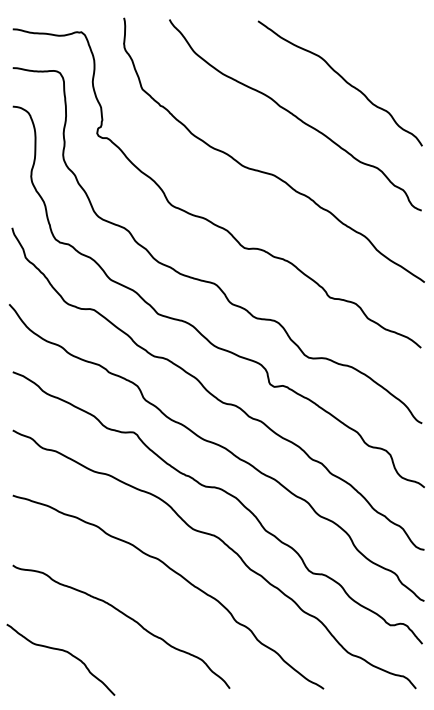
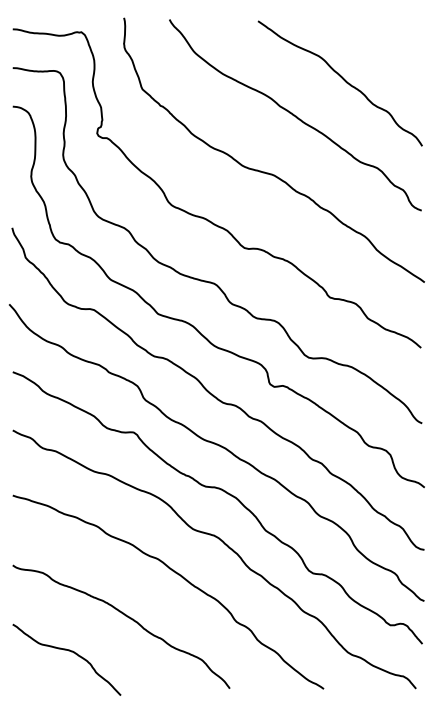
curve at (62, 651) position: (62, 651) -> (68, 651)
